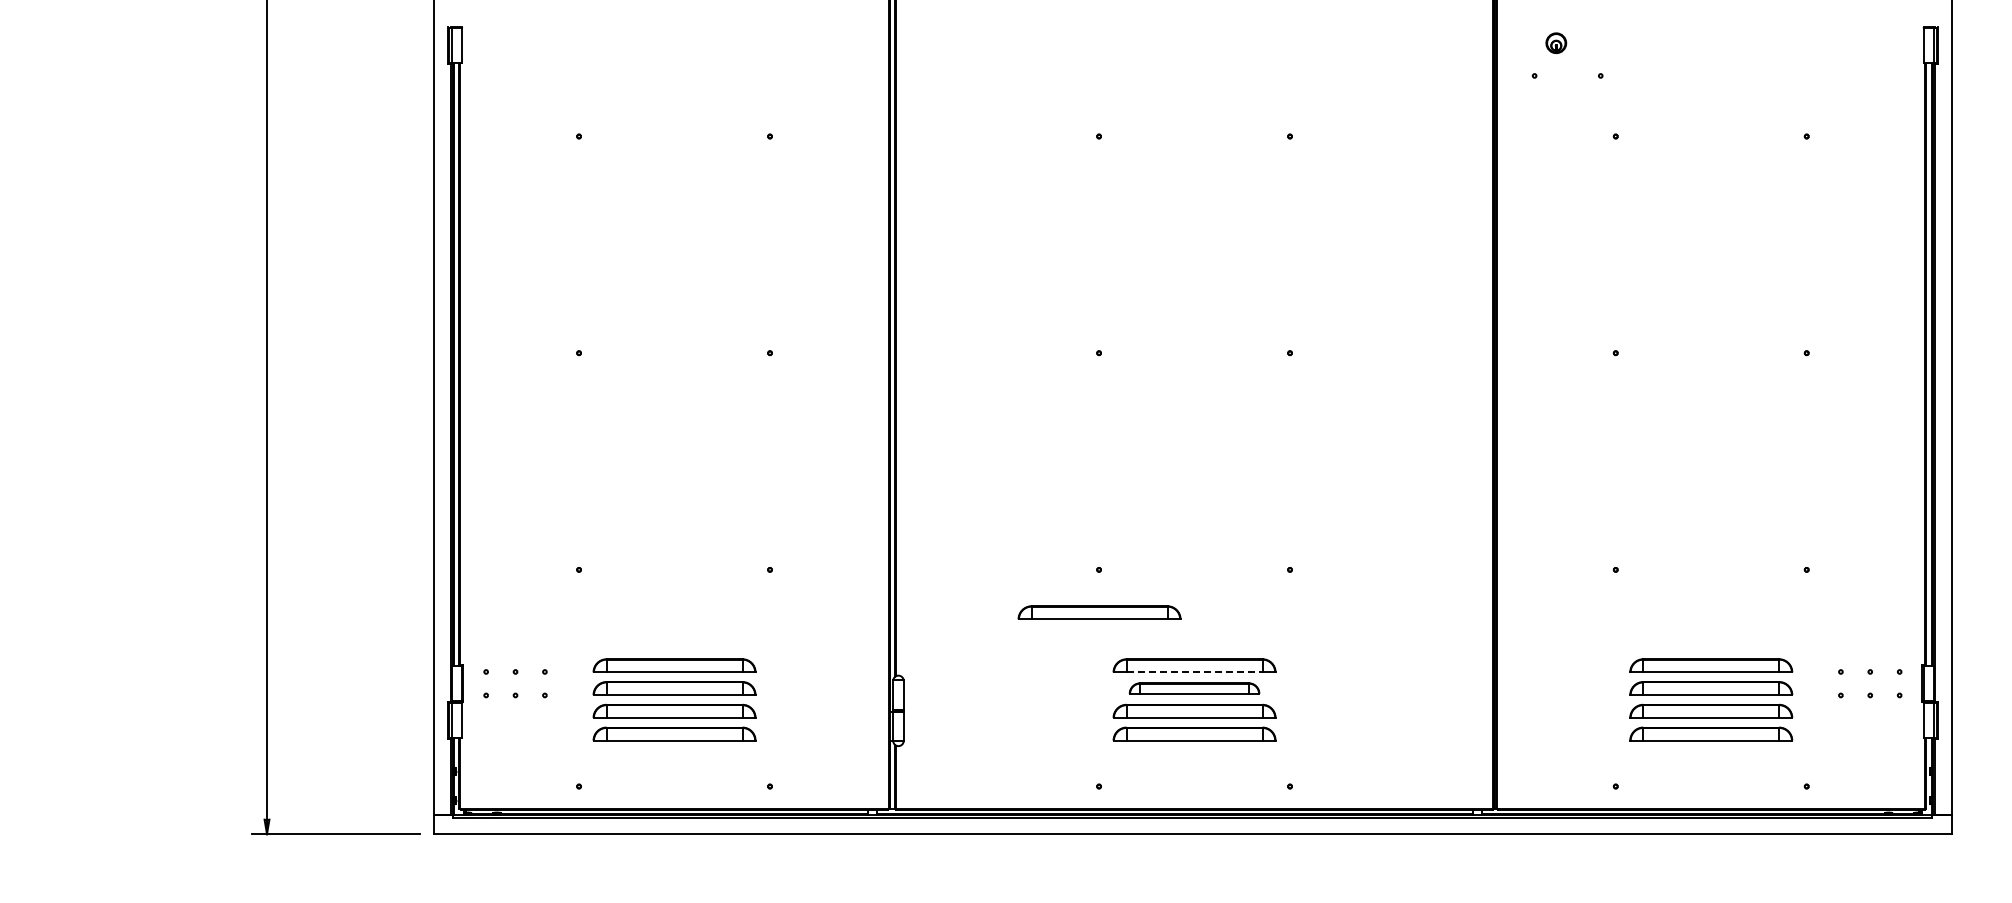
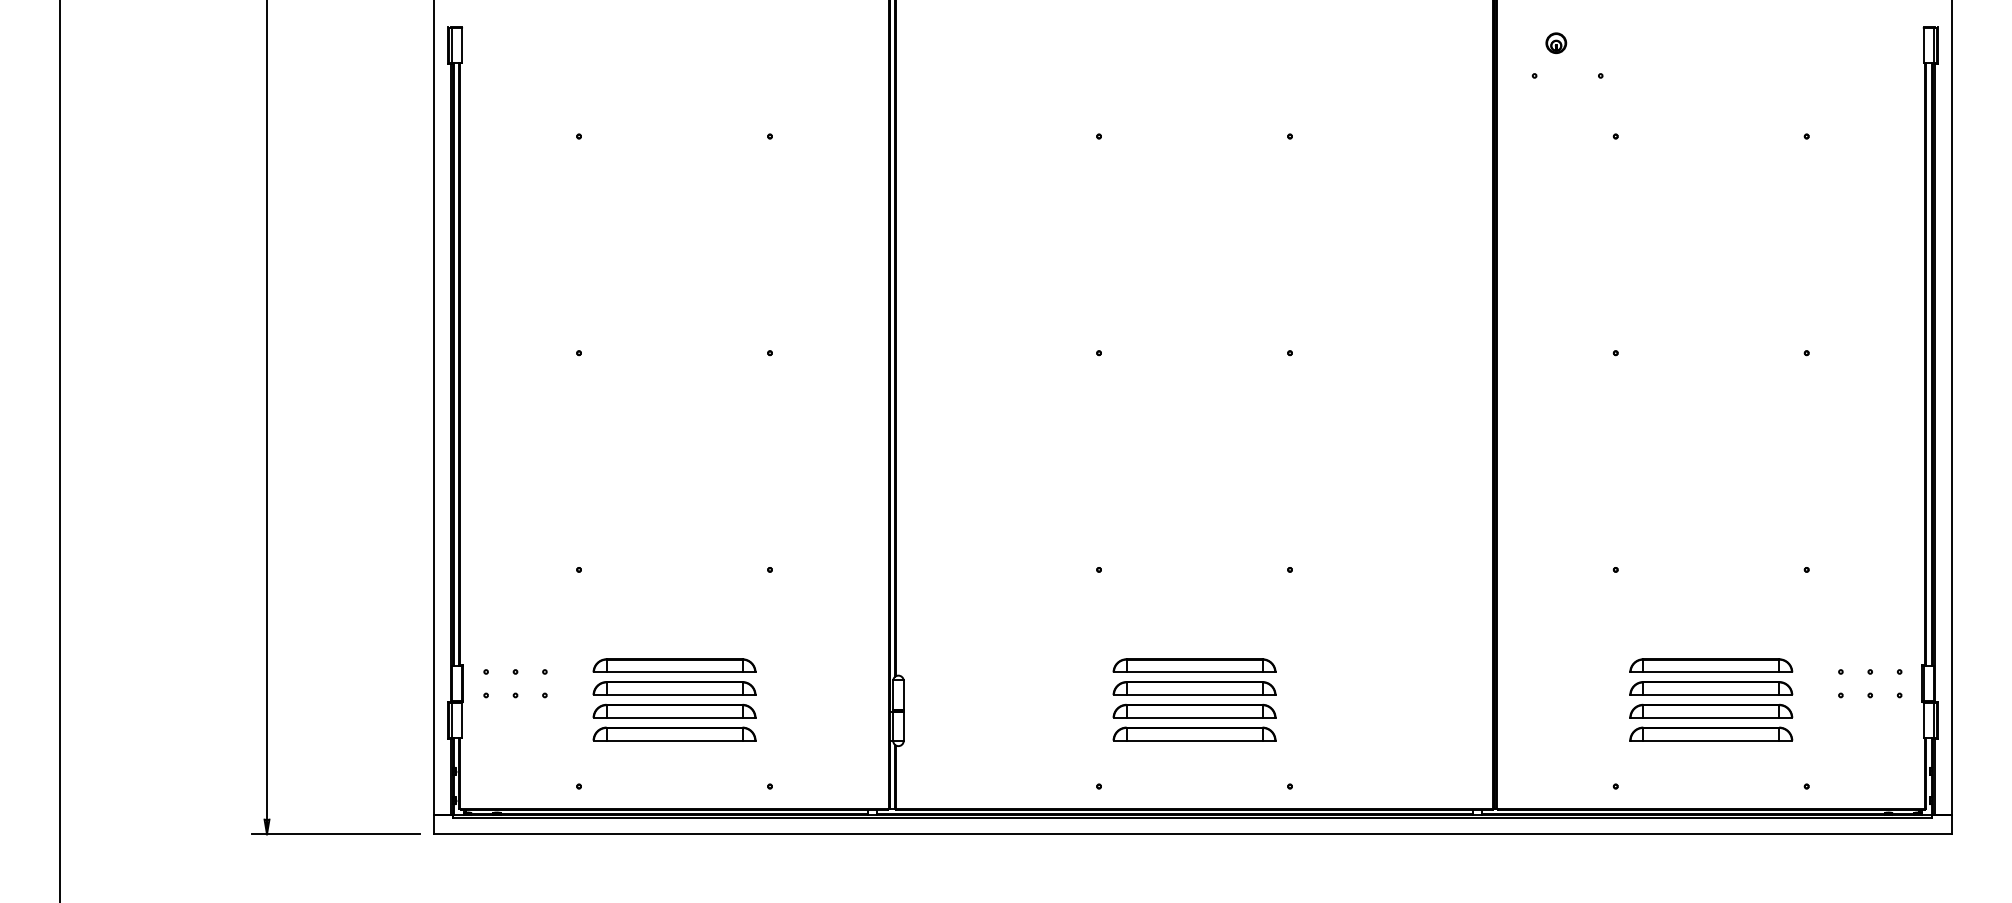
line at (60, 450): none -> present
part at (1099, 612): present -> none
line at (1194, 672): dashed -> solid
part at (1194, 688) size: 133x13 px -> 165x15 px
